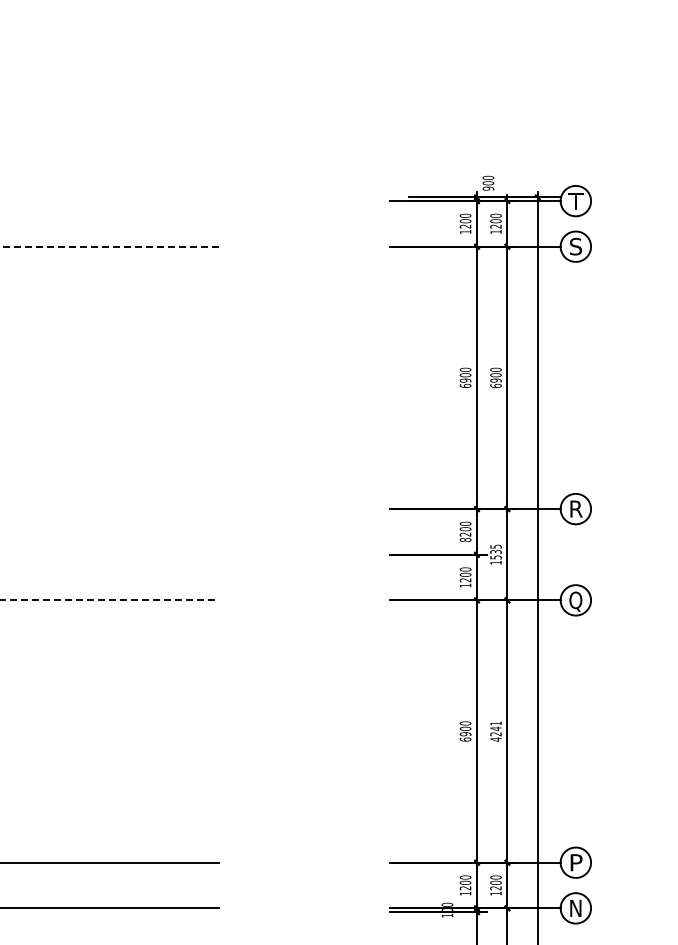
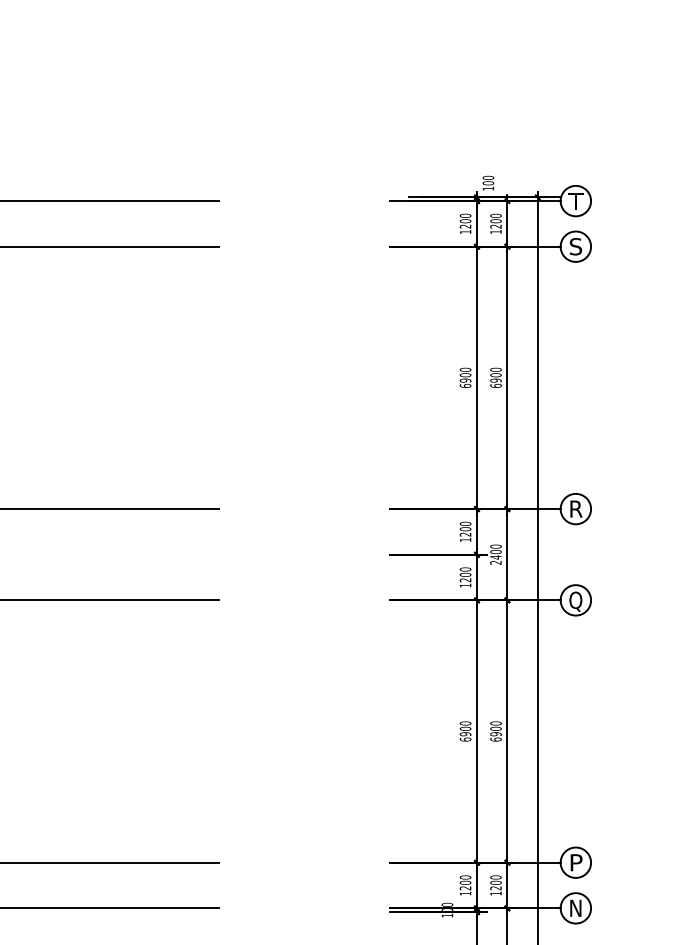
text at (488, 188): 900 -> 100
line at (110, 201): none -> present
line at (109, 246): dashed -> solid
line at (110, 509): none -> present
text at (465, 539): 8200 -> 1200
text at (495, 554): 1535 -> 2400
line at (110, 600): dashed -> solid
text at (495, 731): 4241 -> 6900
